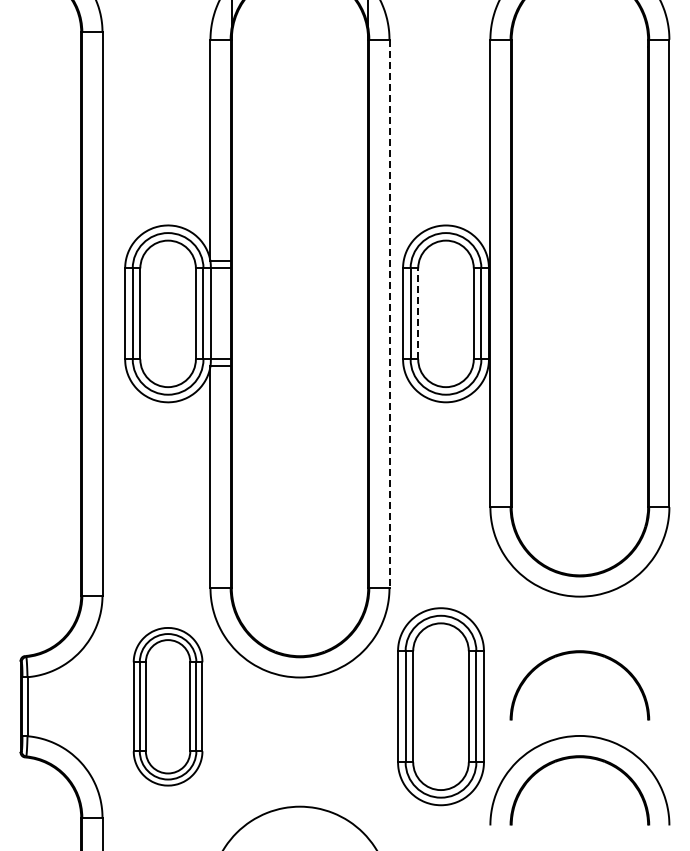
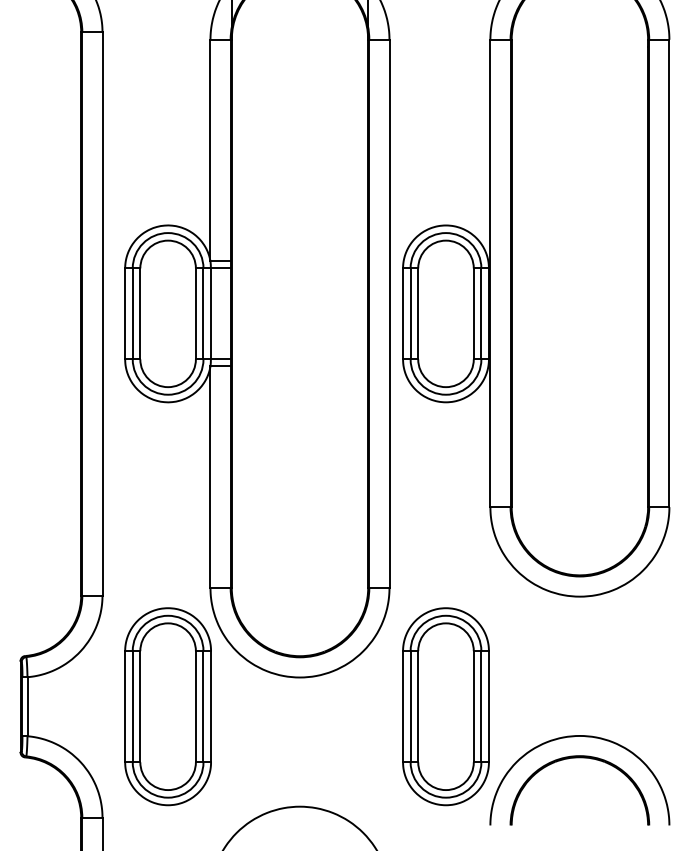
line at (418, 313): dashed -> solid
line at (389, 314): dashed -> solid
part at (579, 653): present -> none
part at (167, 706) size: 72x160 px -> 88x200 px
part at (440, 706) position: (440, 706) -> (445, 706)
